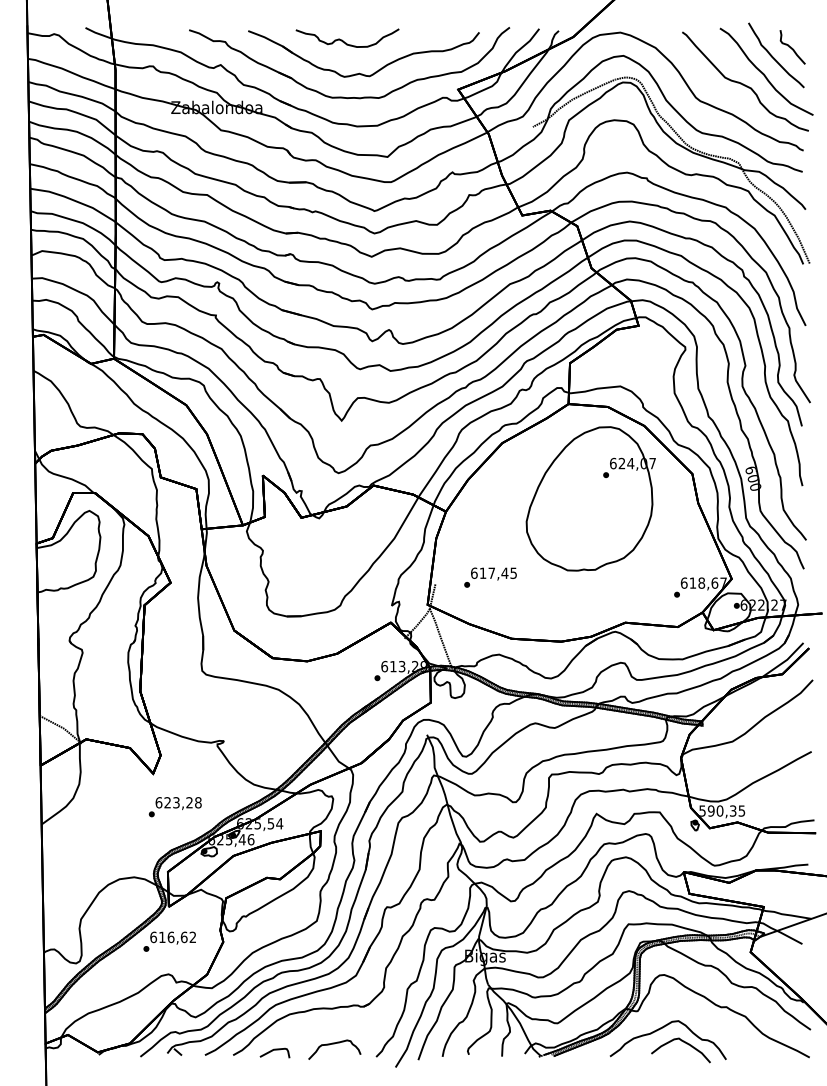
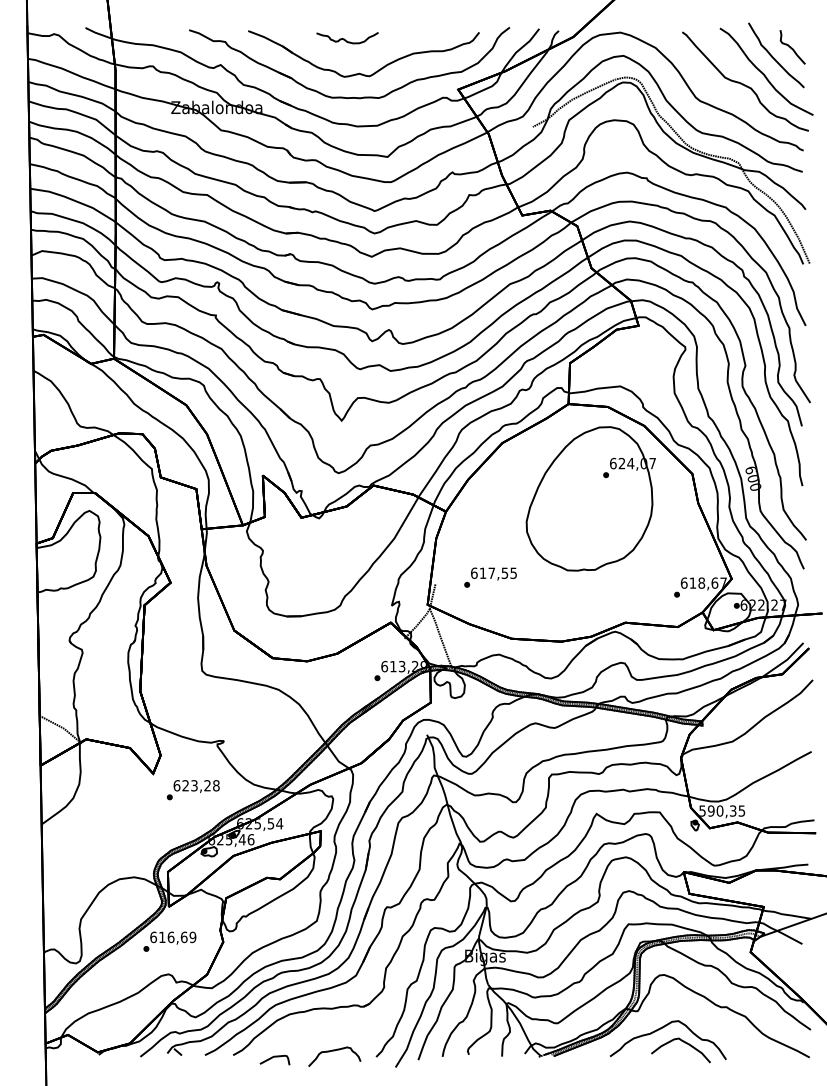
part at (347, 37) size: 105x20 px -> 63x13 px
text at (504, 572): 617,45 -> 617,55
text at (174, 807) position: (174, 807) -> (192, 790)
text at (192, 937): 616,62 -> 616,69
part at (310, 1049) position: (310, 1049) -> (310, 1056)
